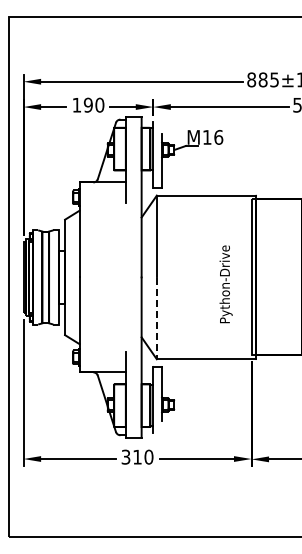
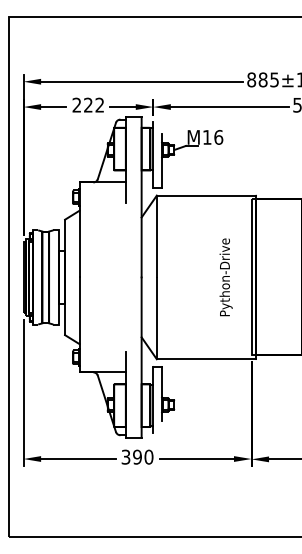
text at (88, 104): 190 -> 222
text at (225, 284) position: (225, 284) -> (225, 277)
line at (156, 318): dashed -> solid
text at (137, 456): 310 -> 390
